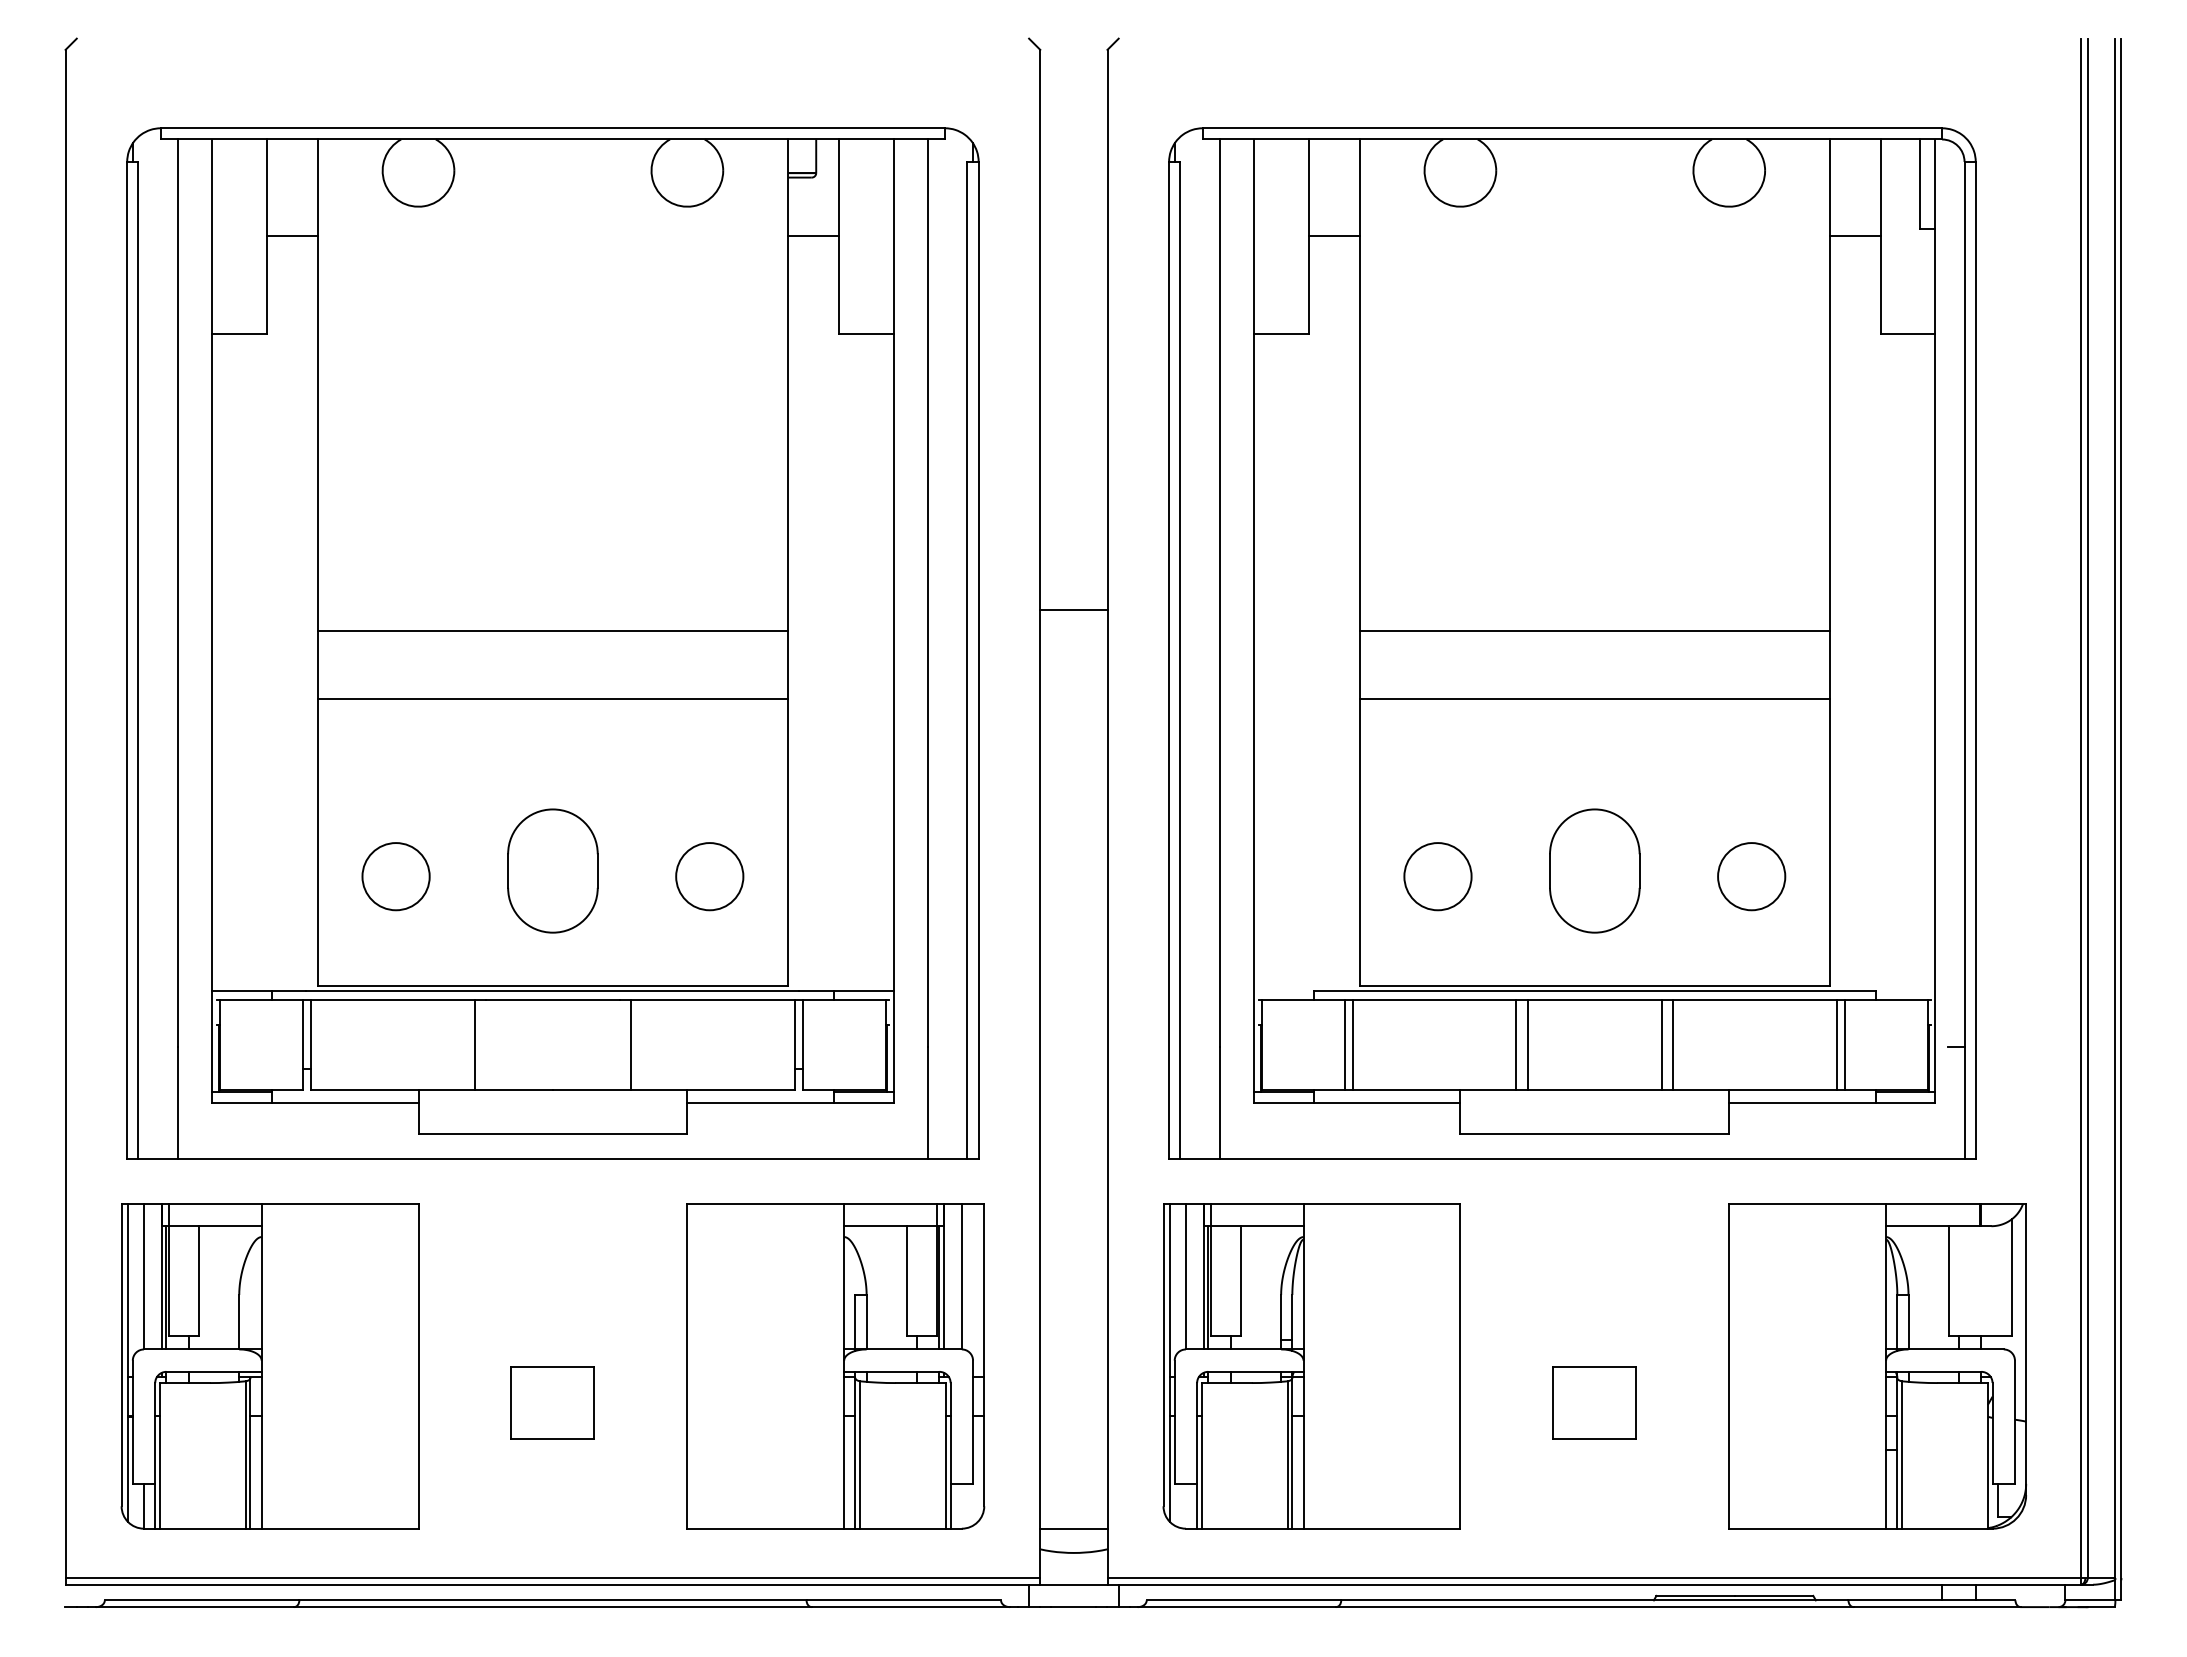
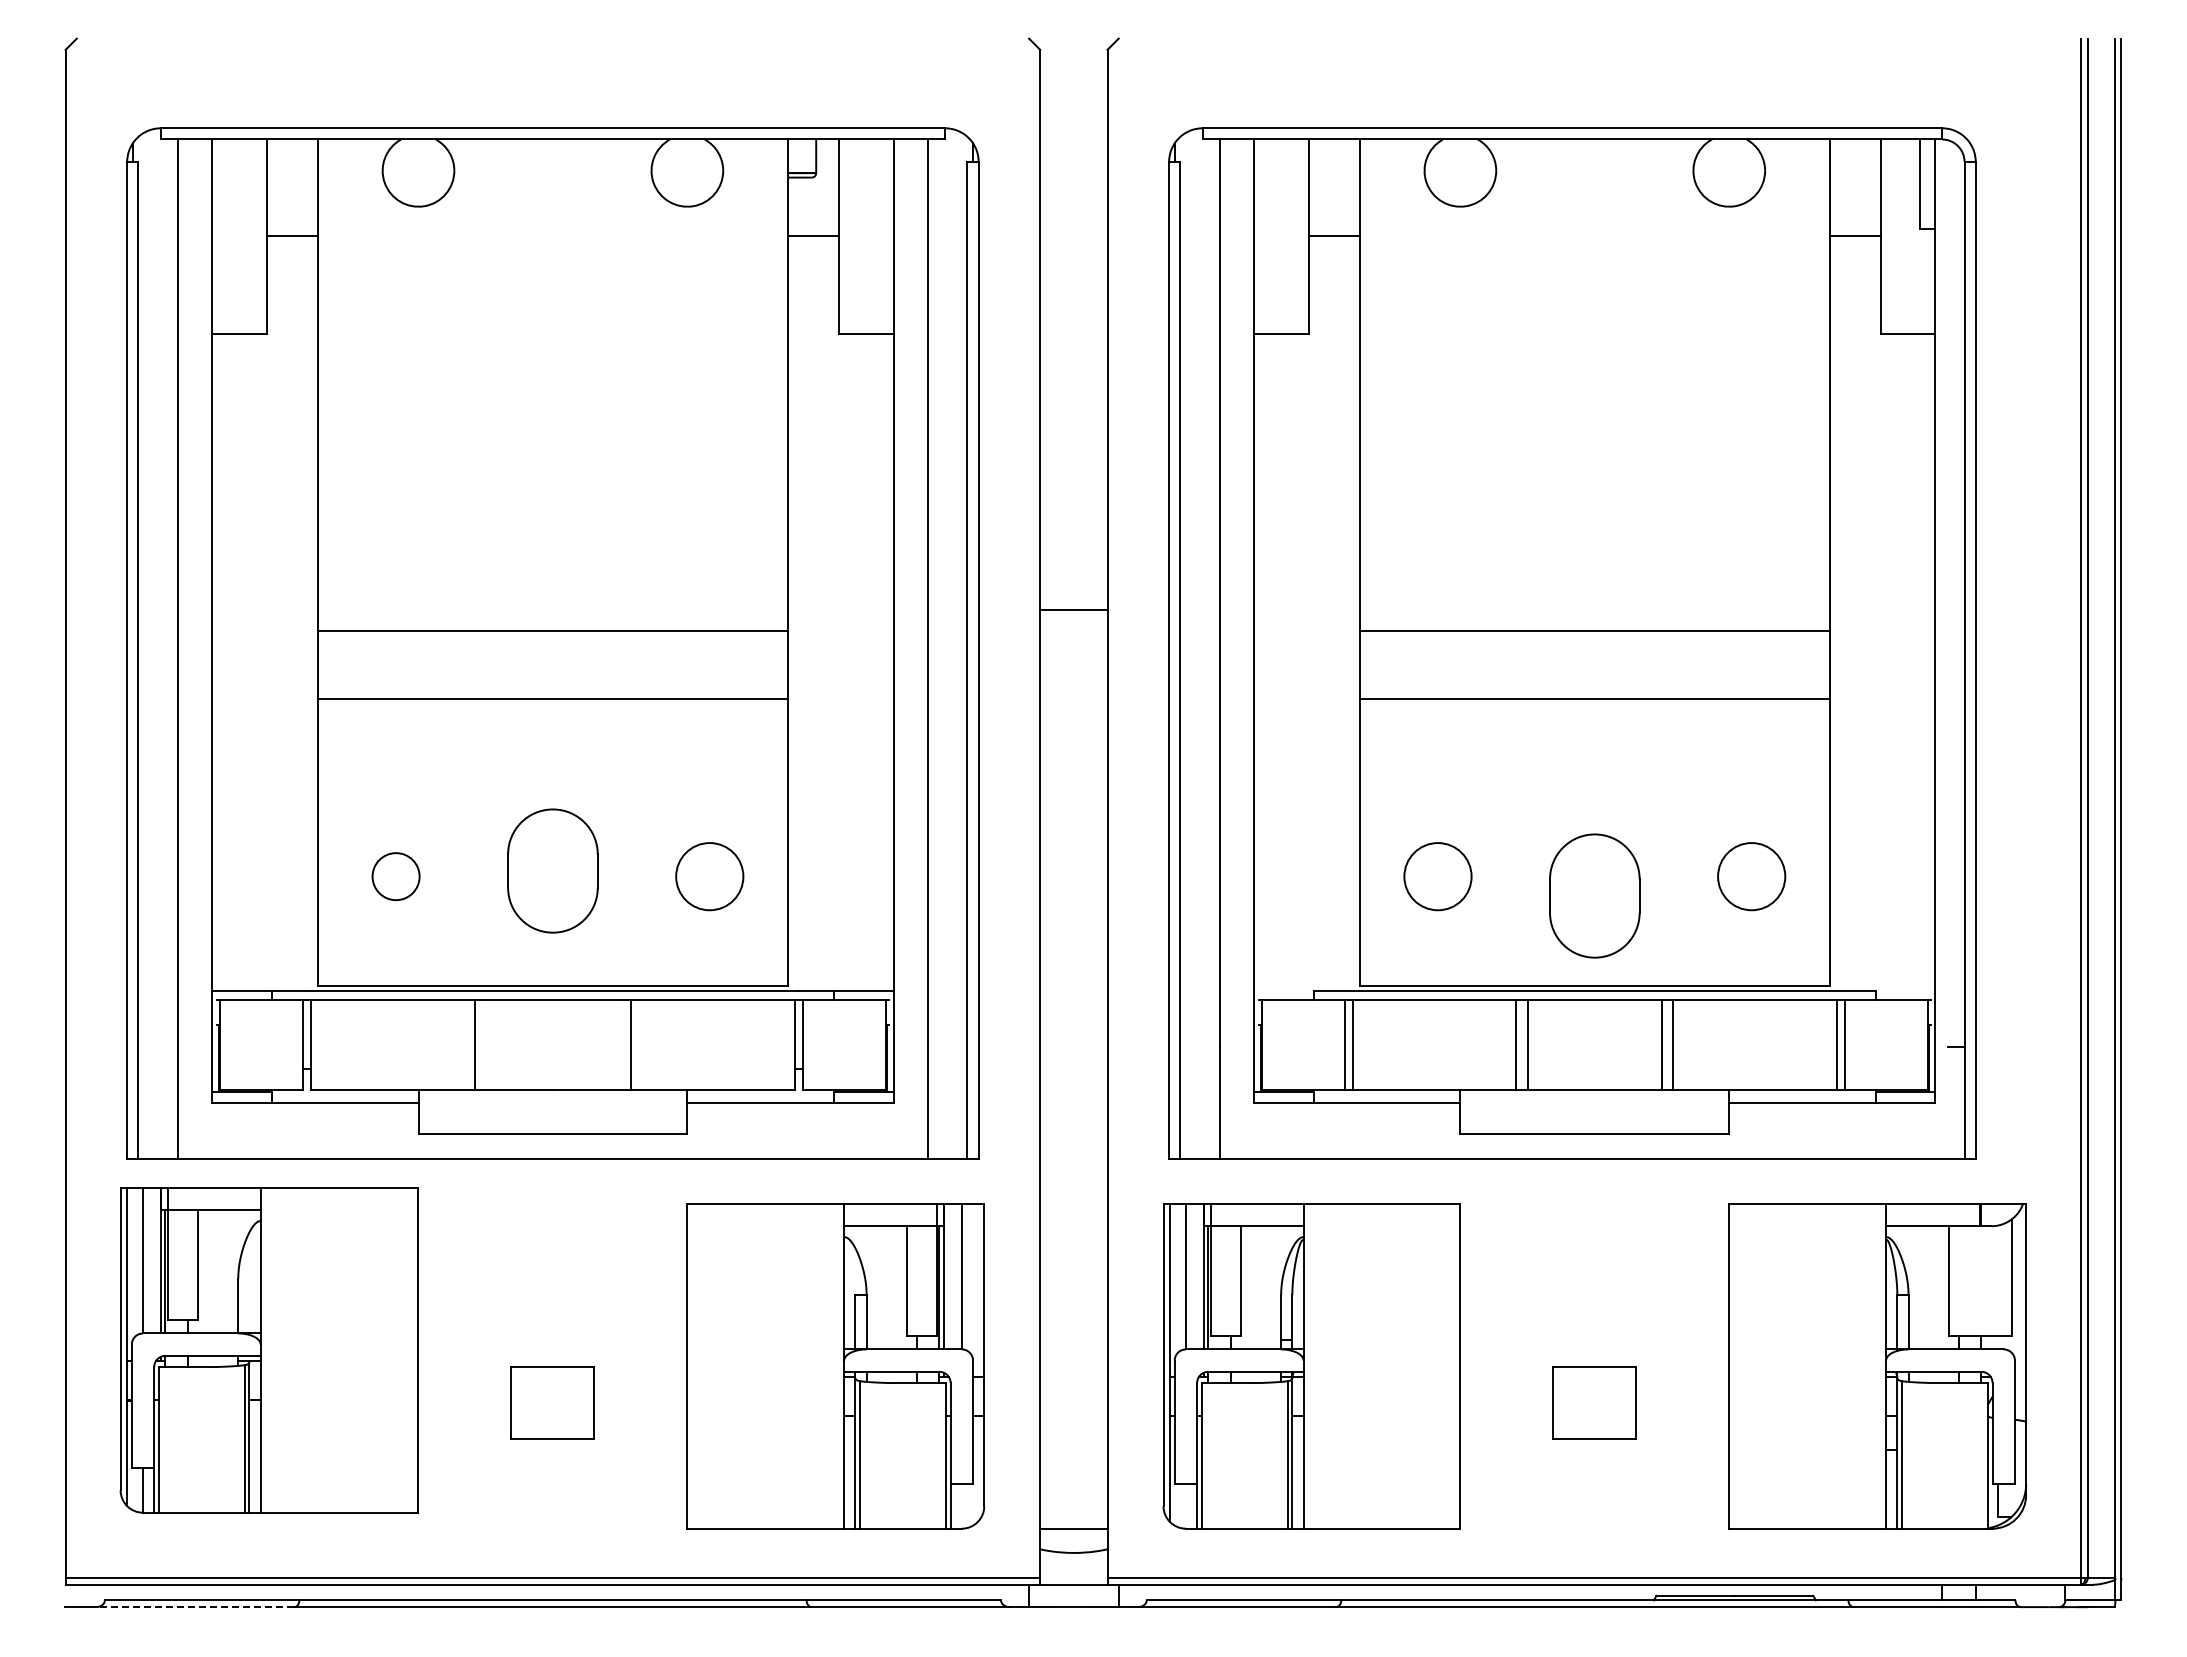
part at (1594, 870) position: (1594, 870) -> (1594, 895)
circle at (395, 876) diameter: 67 px -> 47 px
part at (269, 1366) position: (269, 1366) -> (268, 1350)
line at (194, 1607): solid -> dashed
